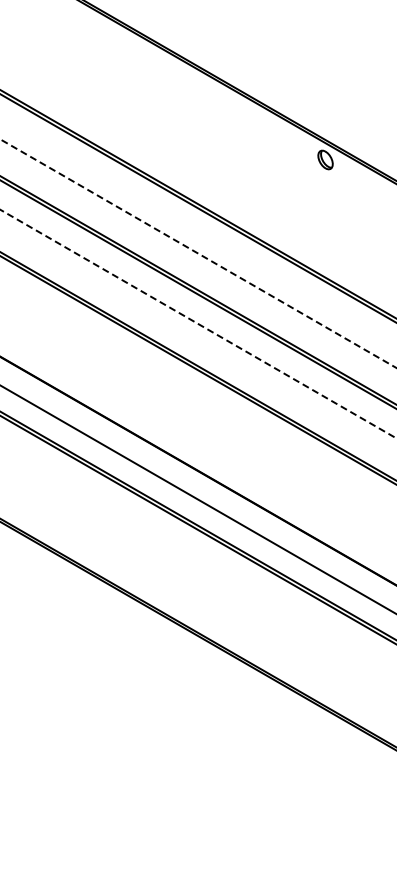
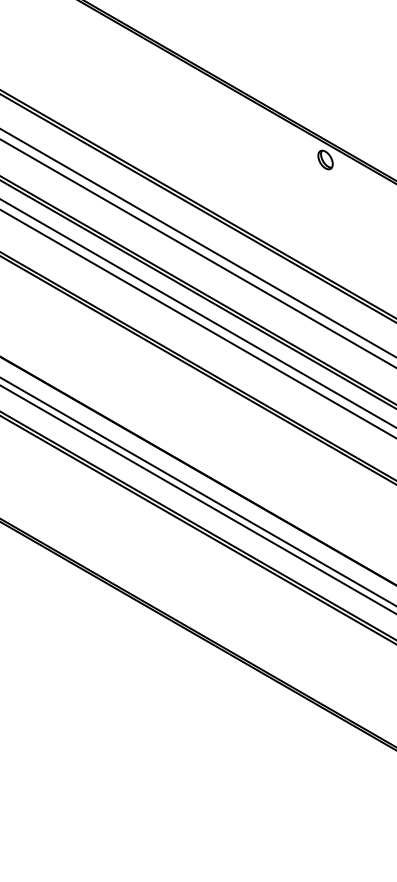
line at (197, 242): none -> present
line at (197, 253): dashed -> solid
line at (197, 313): none -> present
line at (198, 324): dashed -> solid
line at (197, 491): none -> present
